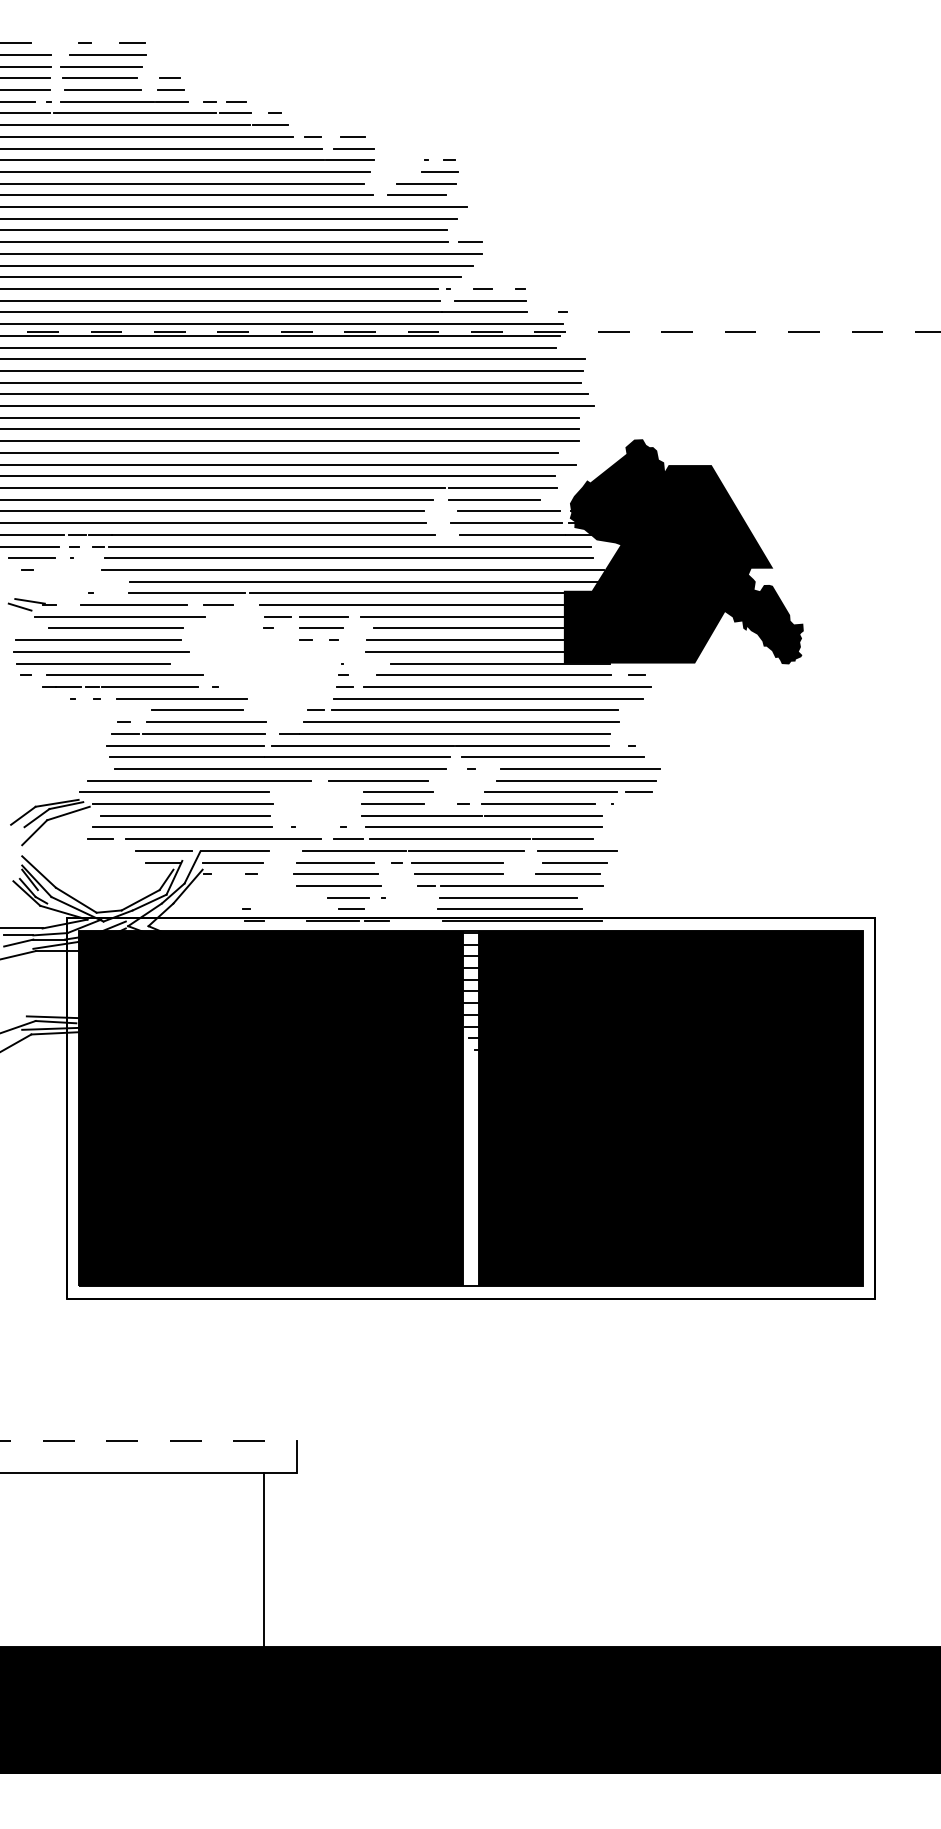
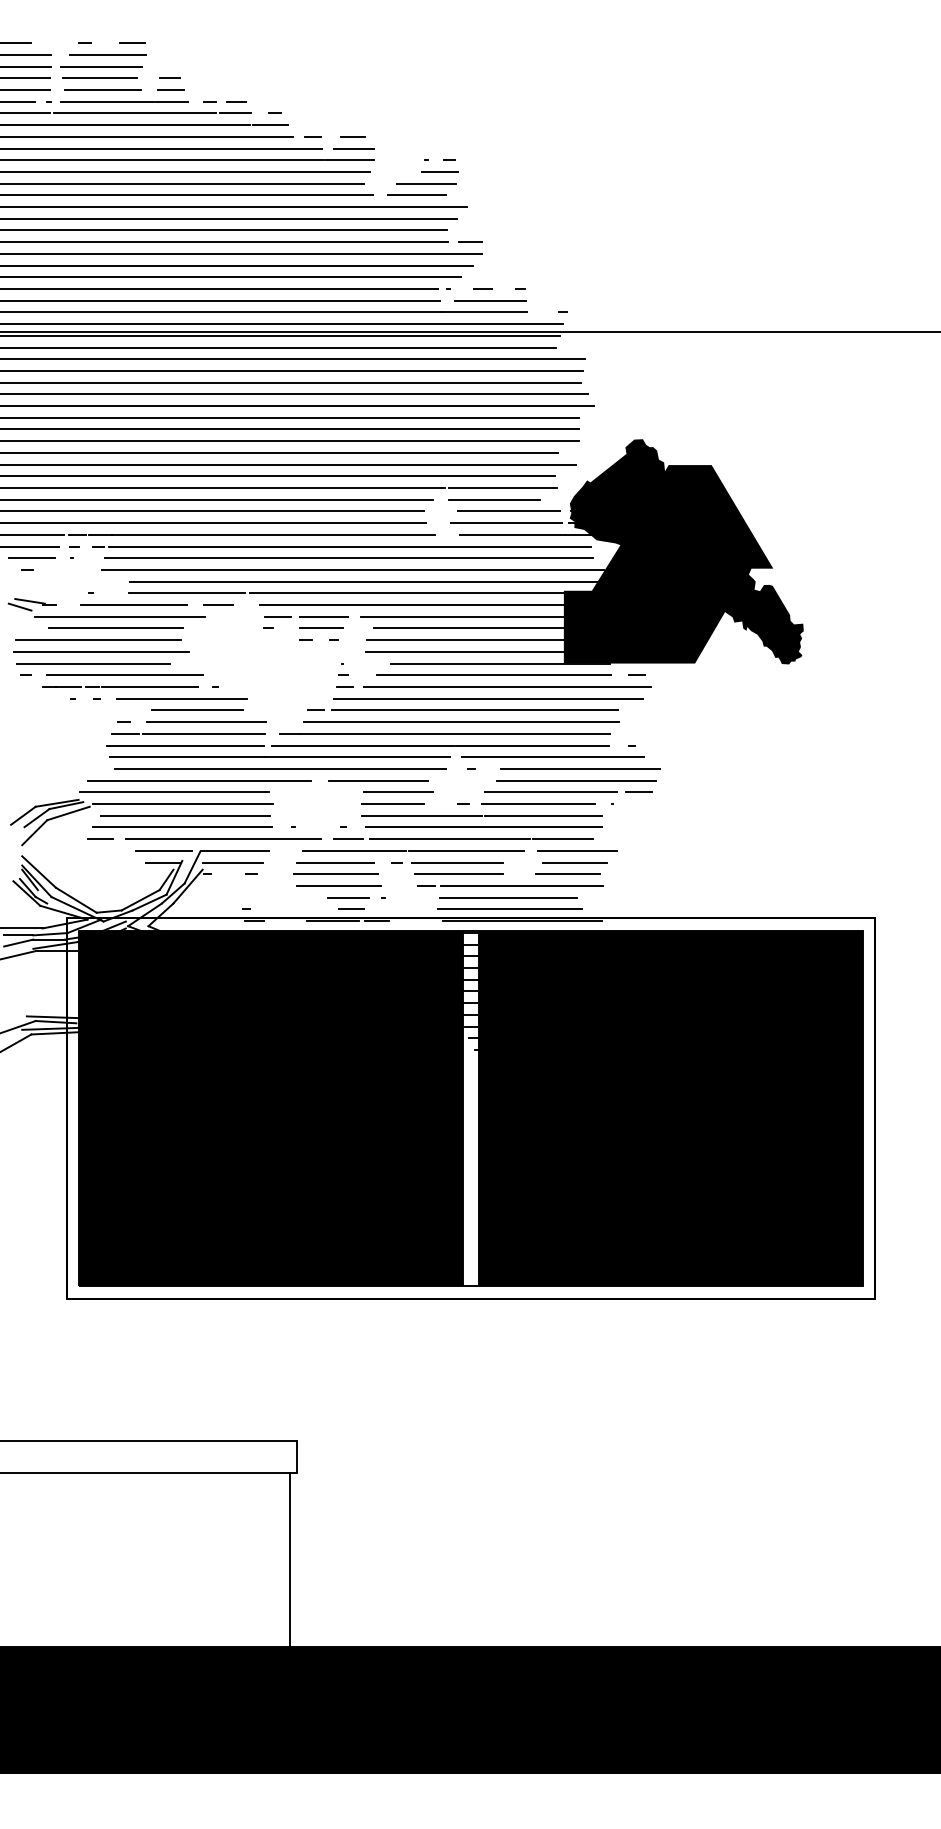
line at (470, 331): dashed -> solid
line at (148, 1441): dashed -> solid
line at (264, 1559) position: (264, 1559) -> (290, 1559)
